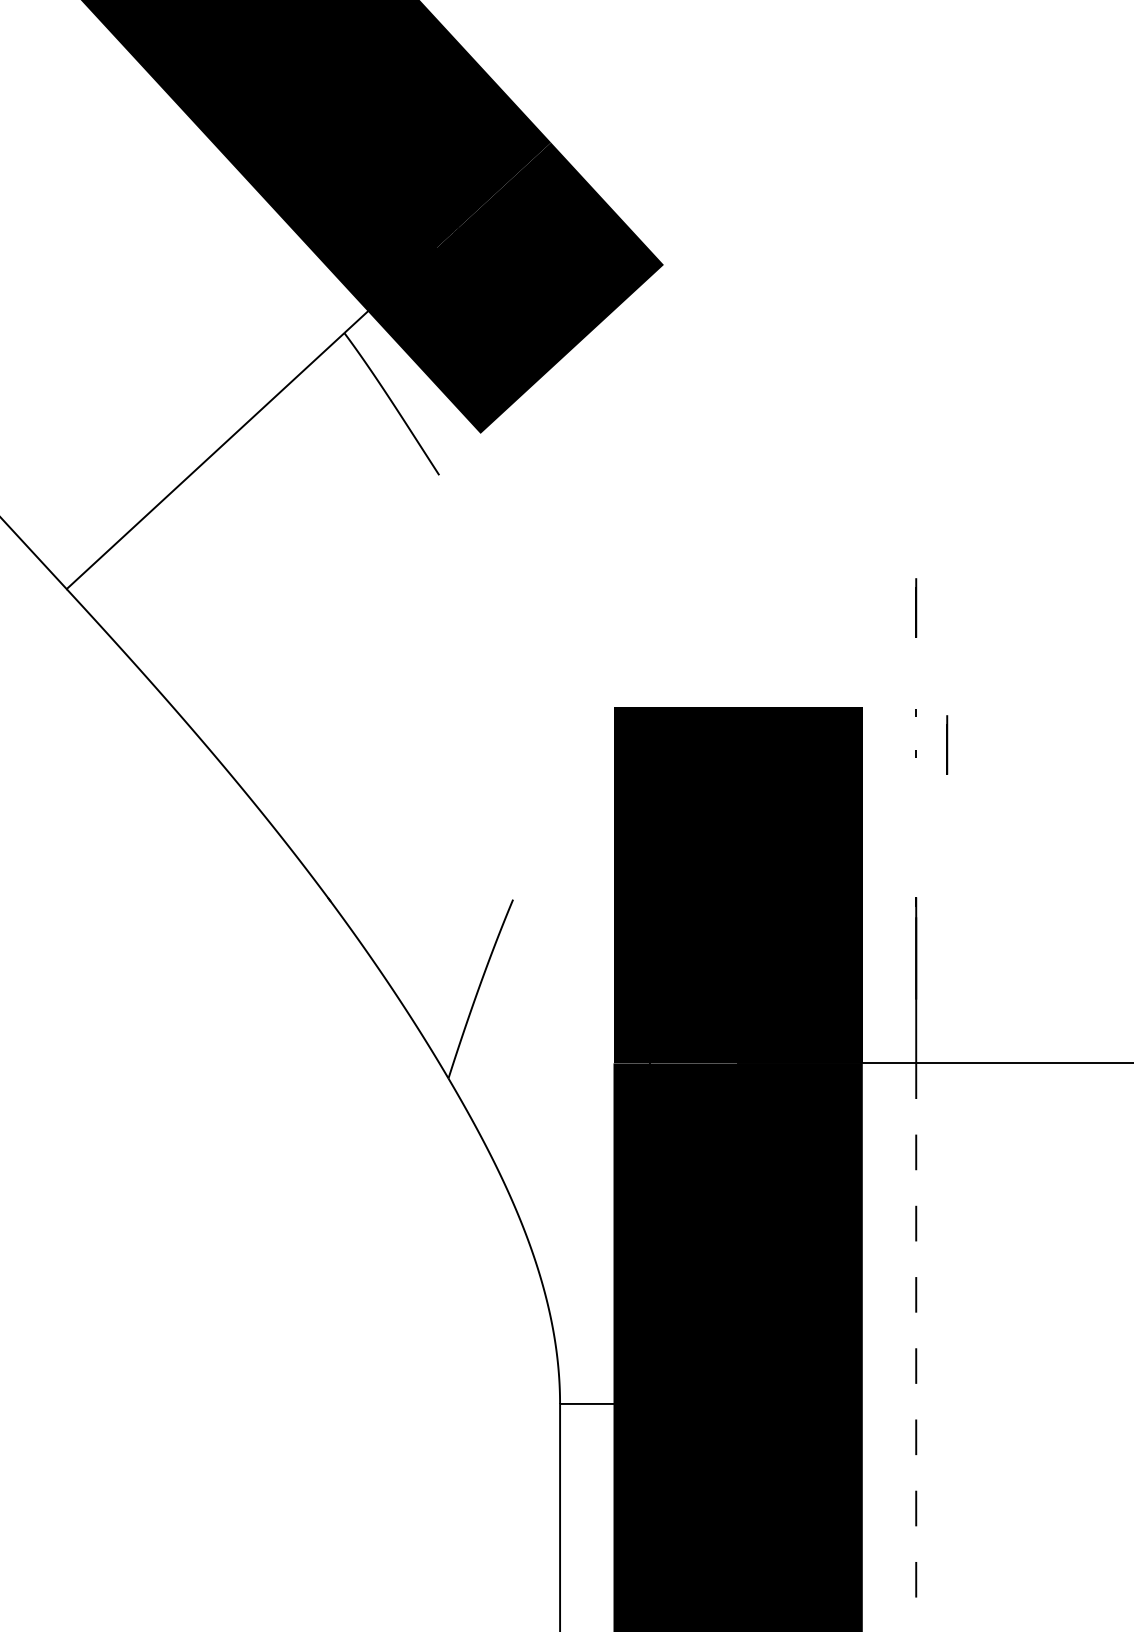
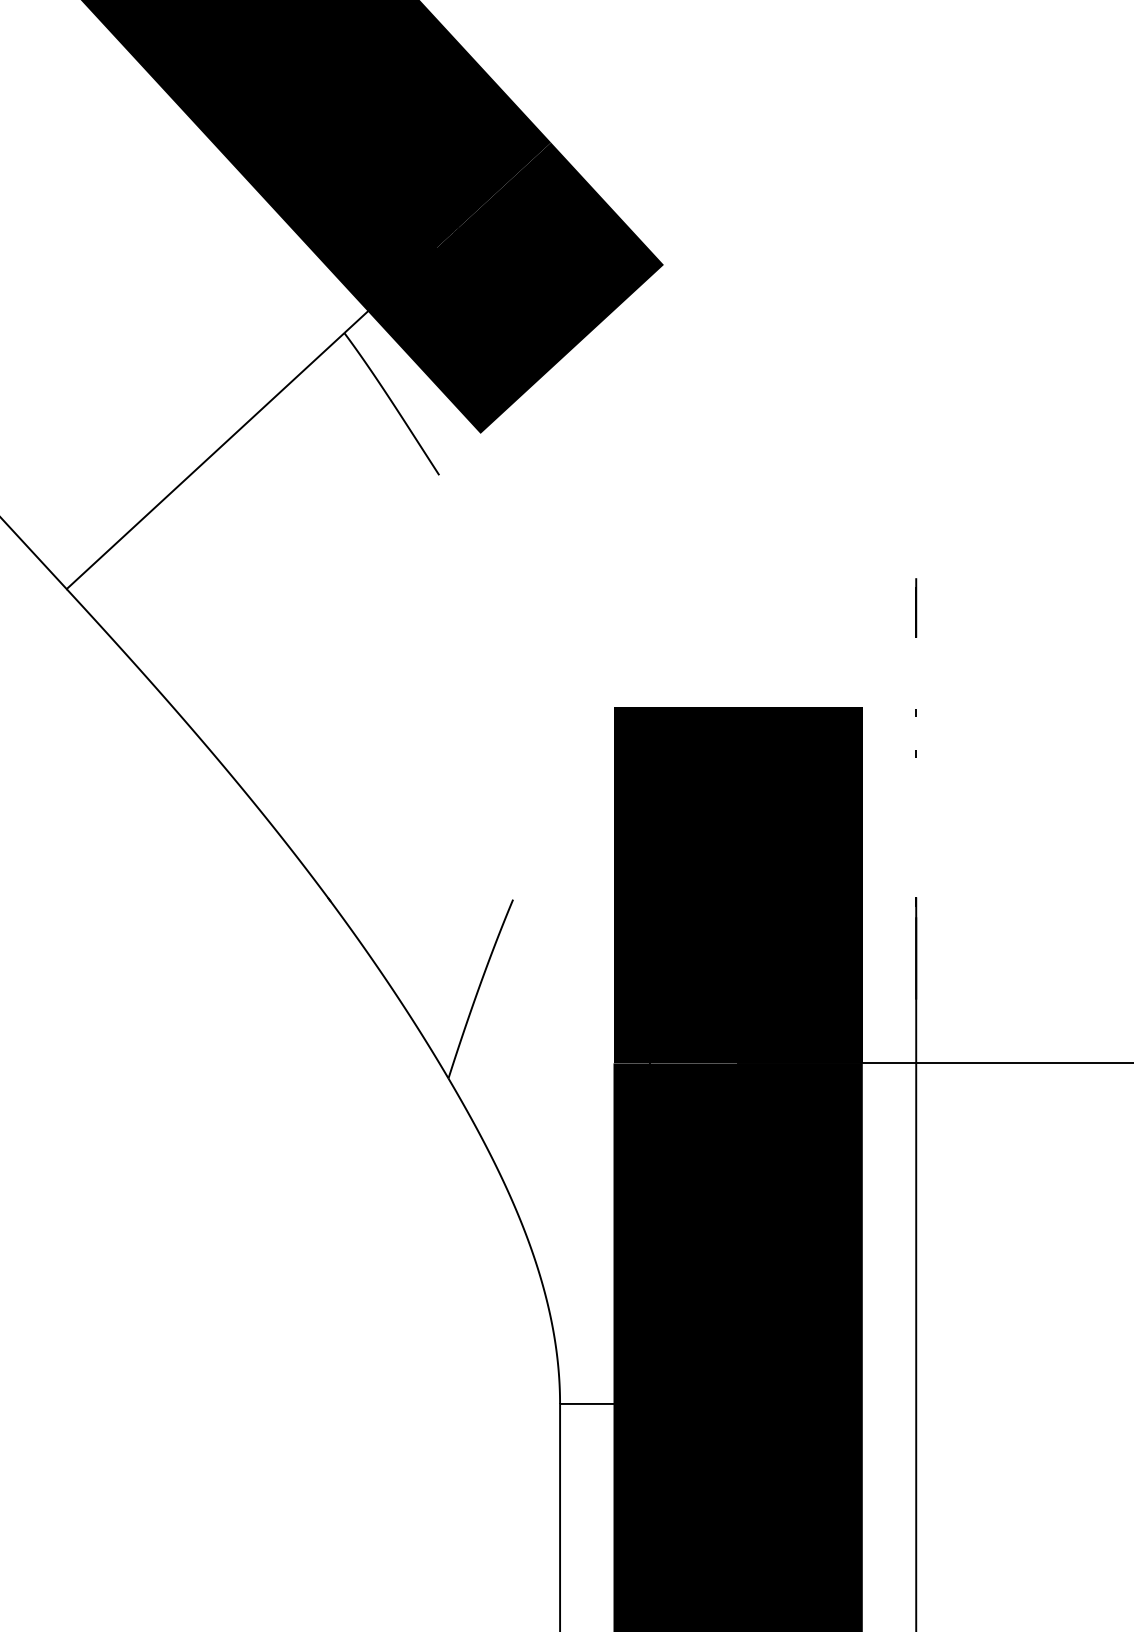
line at (947, 744): present -> none
line at (916, 1347): dashed -> solid
